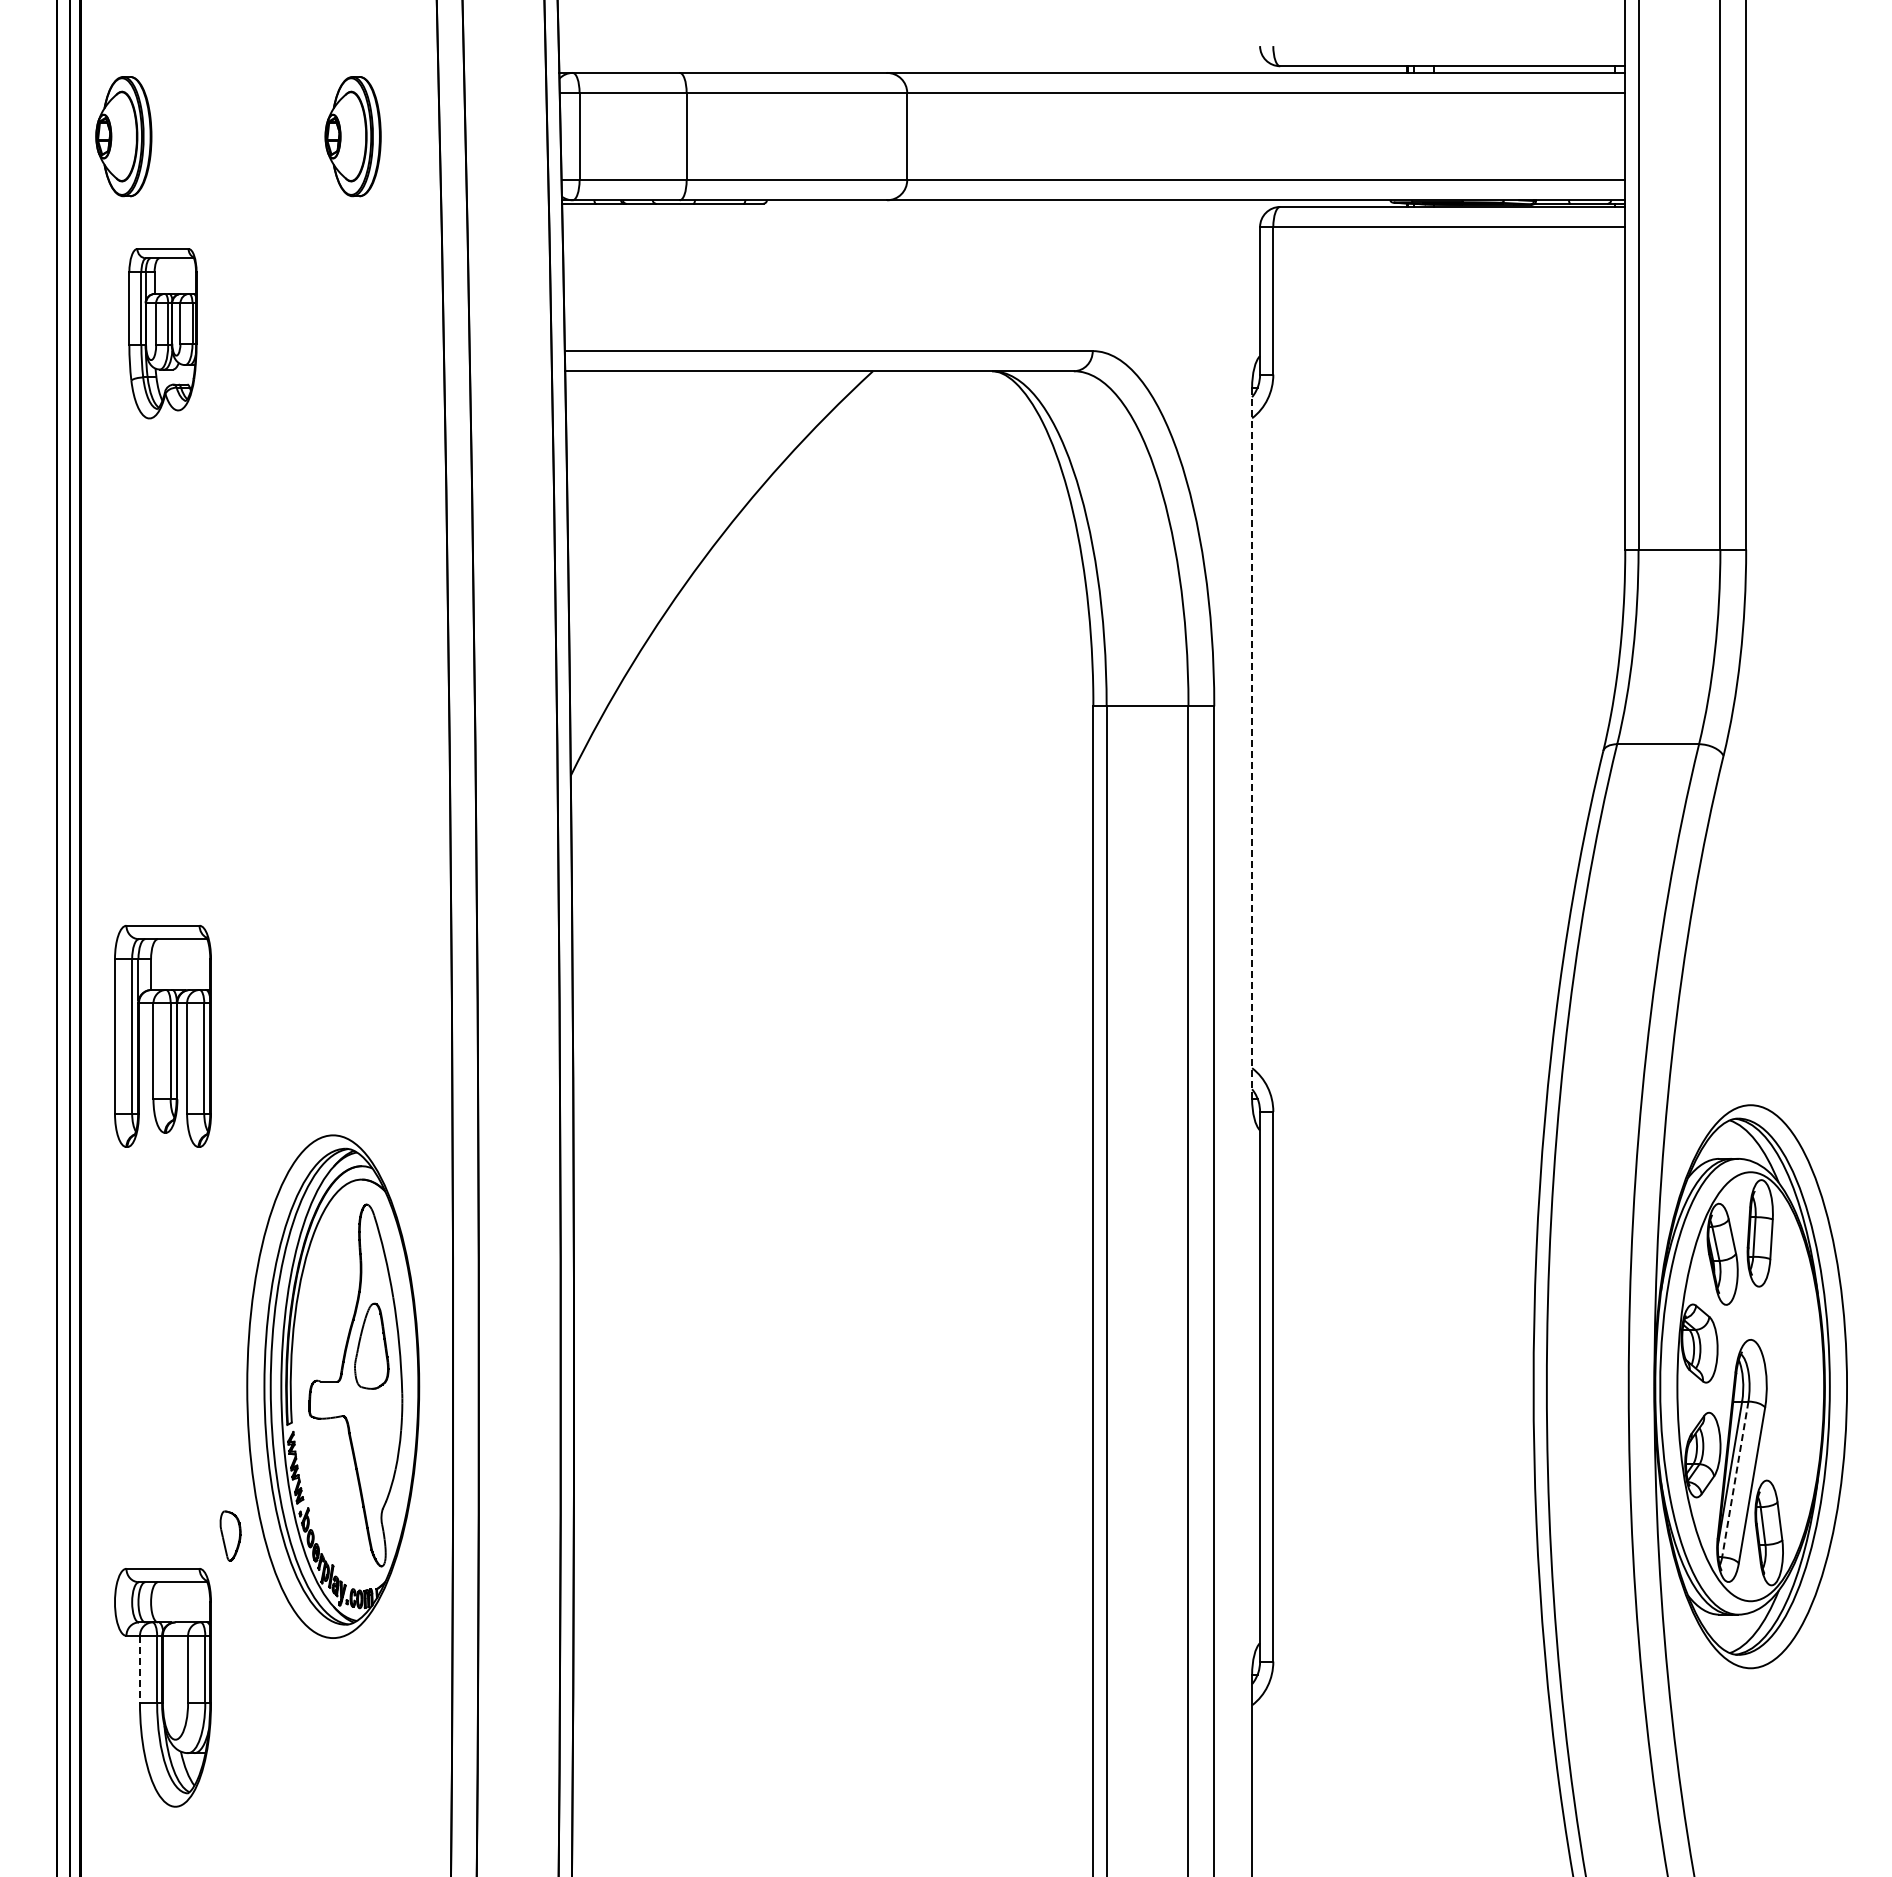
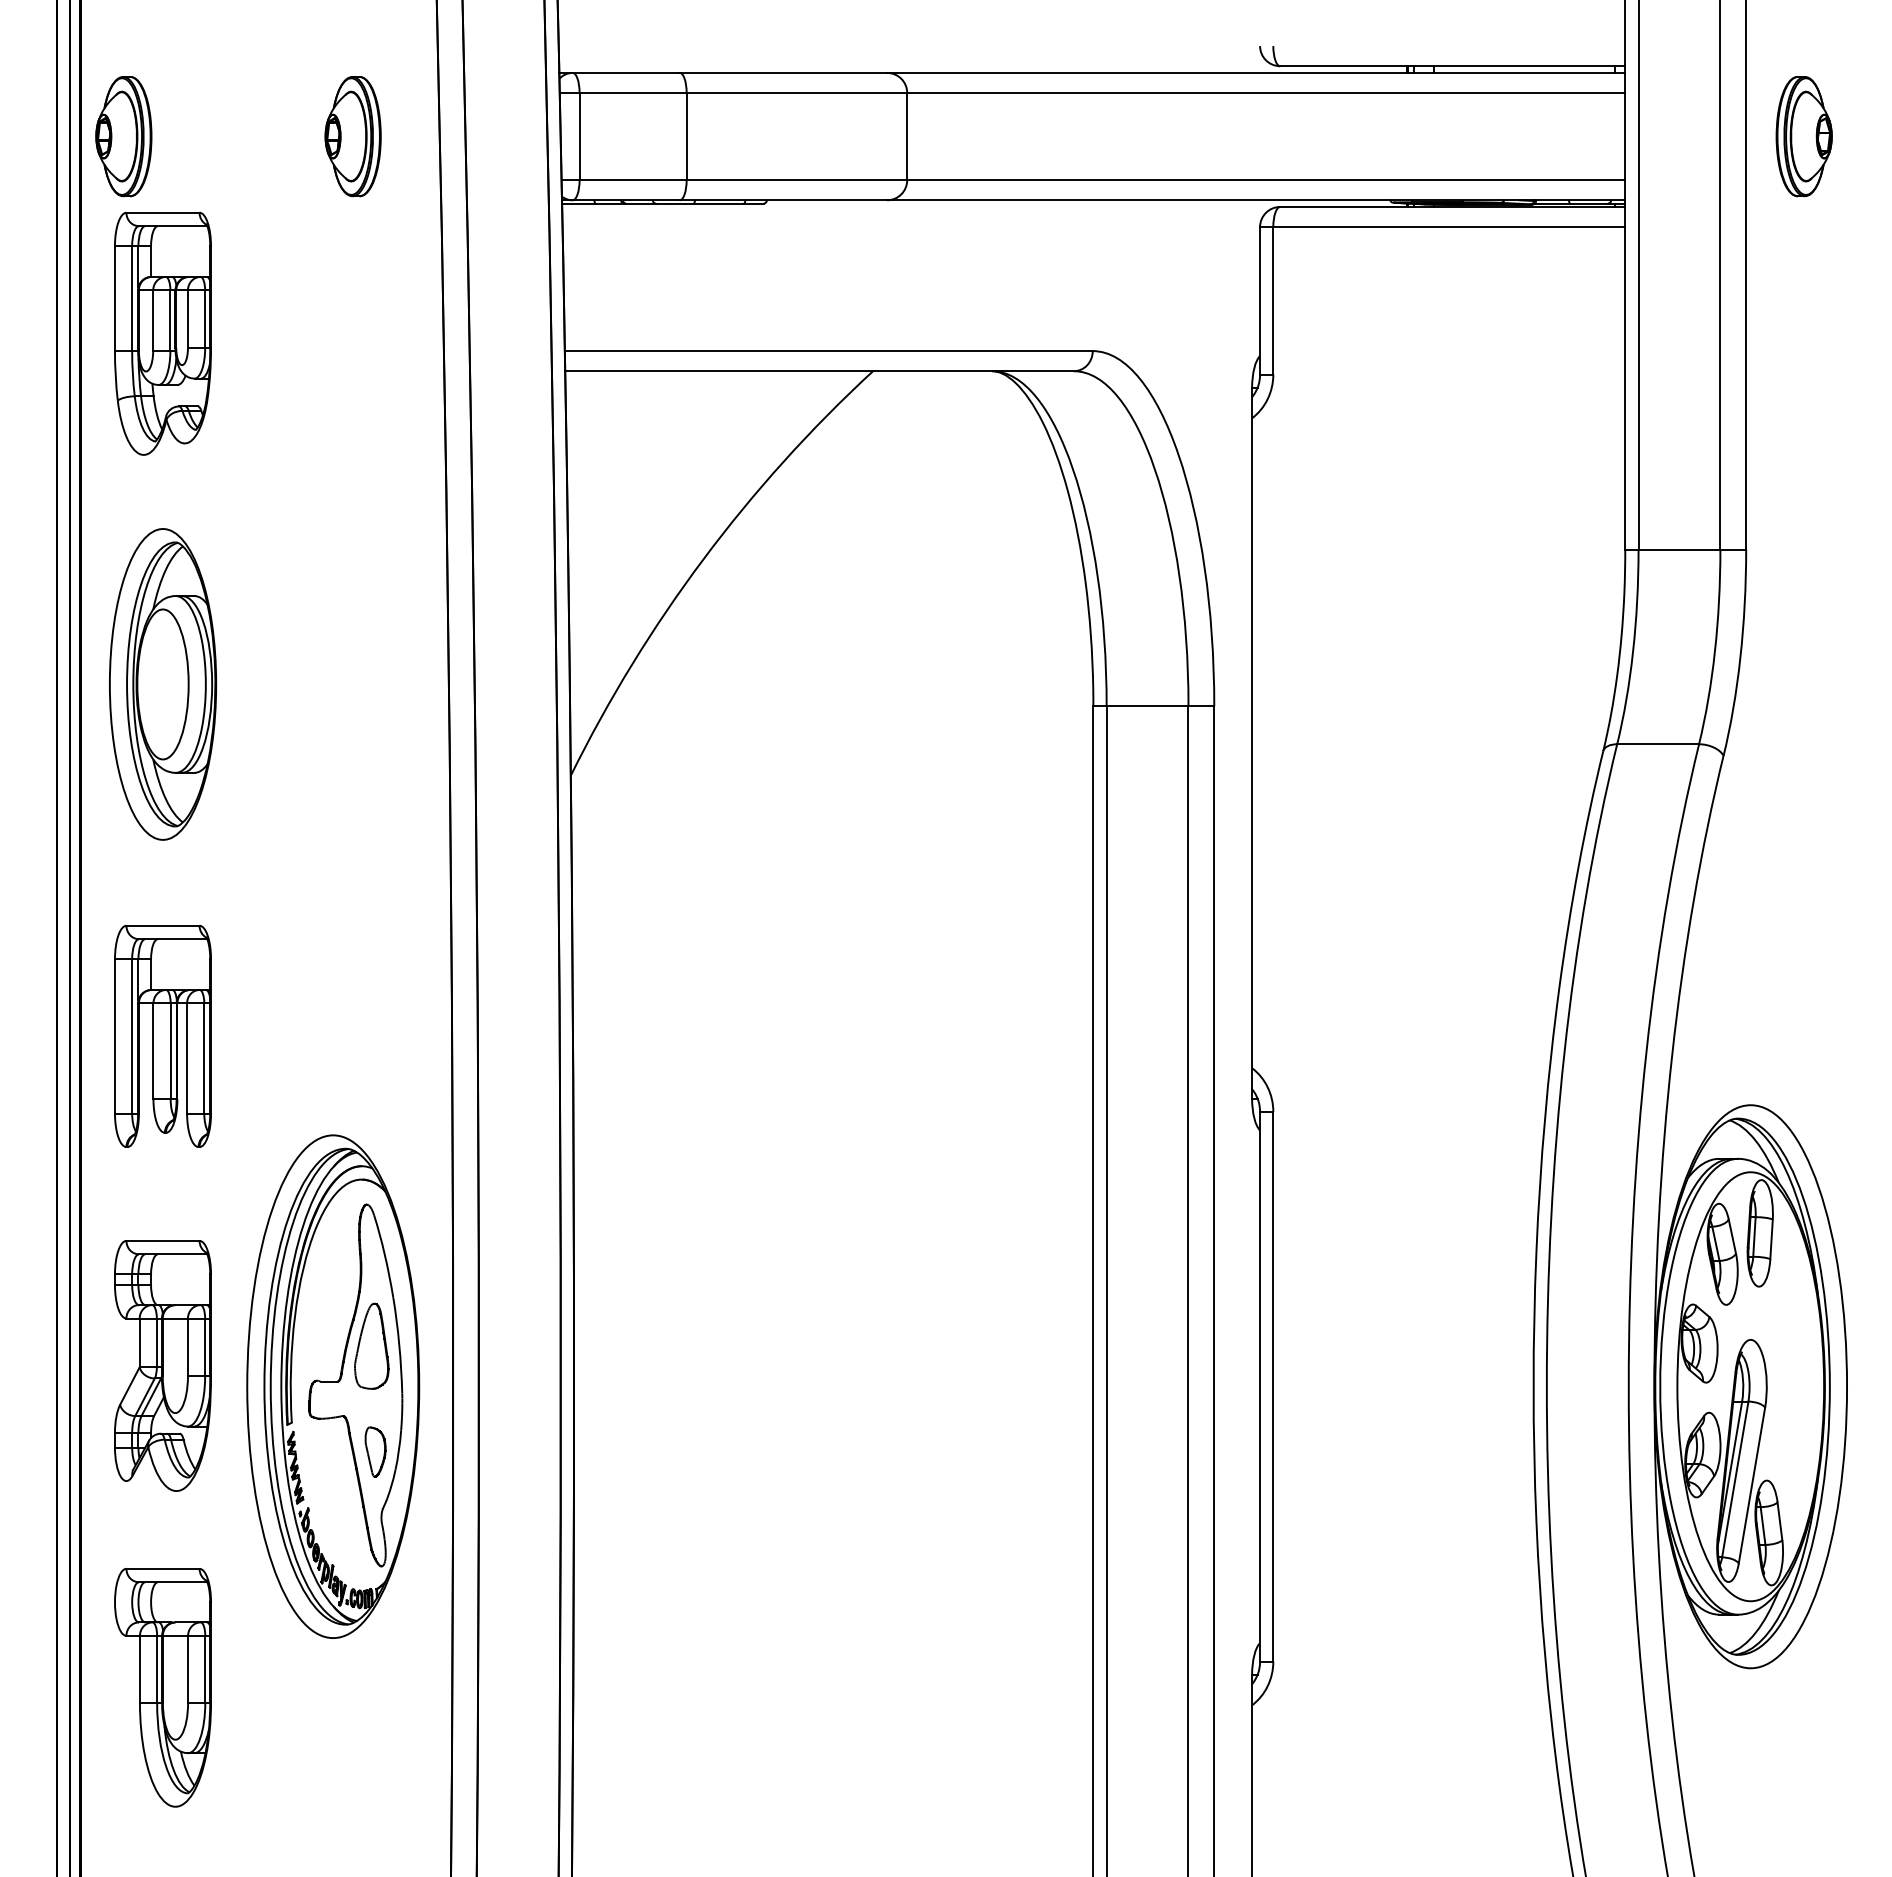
part at (1803, 136): none -> present
part at (162, 333) size: 70x172 px -> 98x245 px
part at (163, 684): none -> present
line at (1252, 742): dashed -> solid
part at (162, 1365): none -> present
line at (1735, 1479): dashed -> solid
part at (230, 1535) position: (230, 1535) -> (375, 1451)
line at (139, 1669): dashed -> solid
